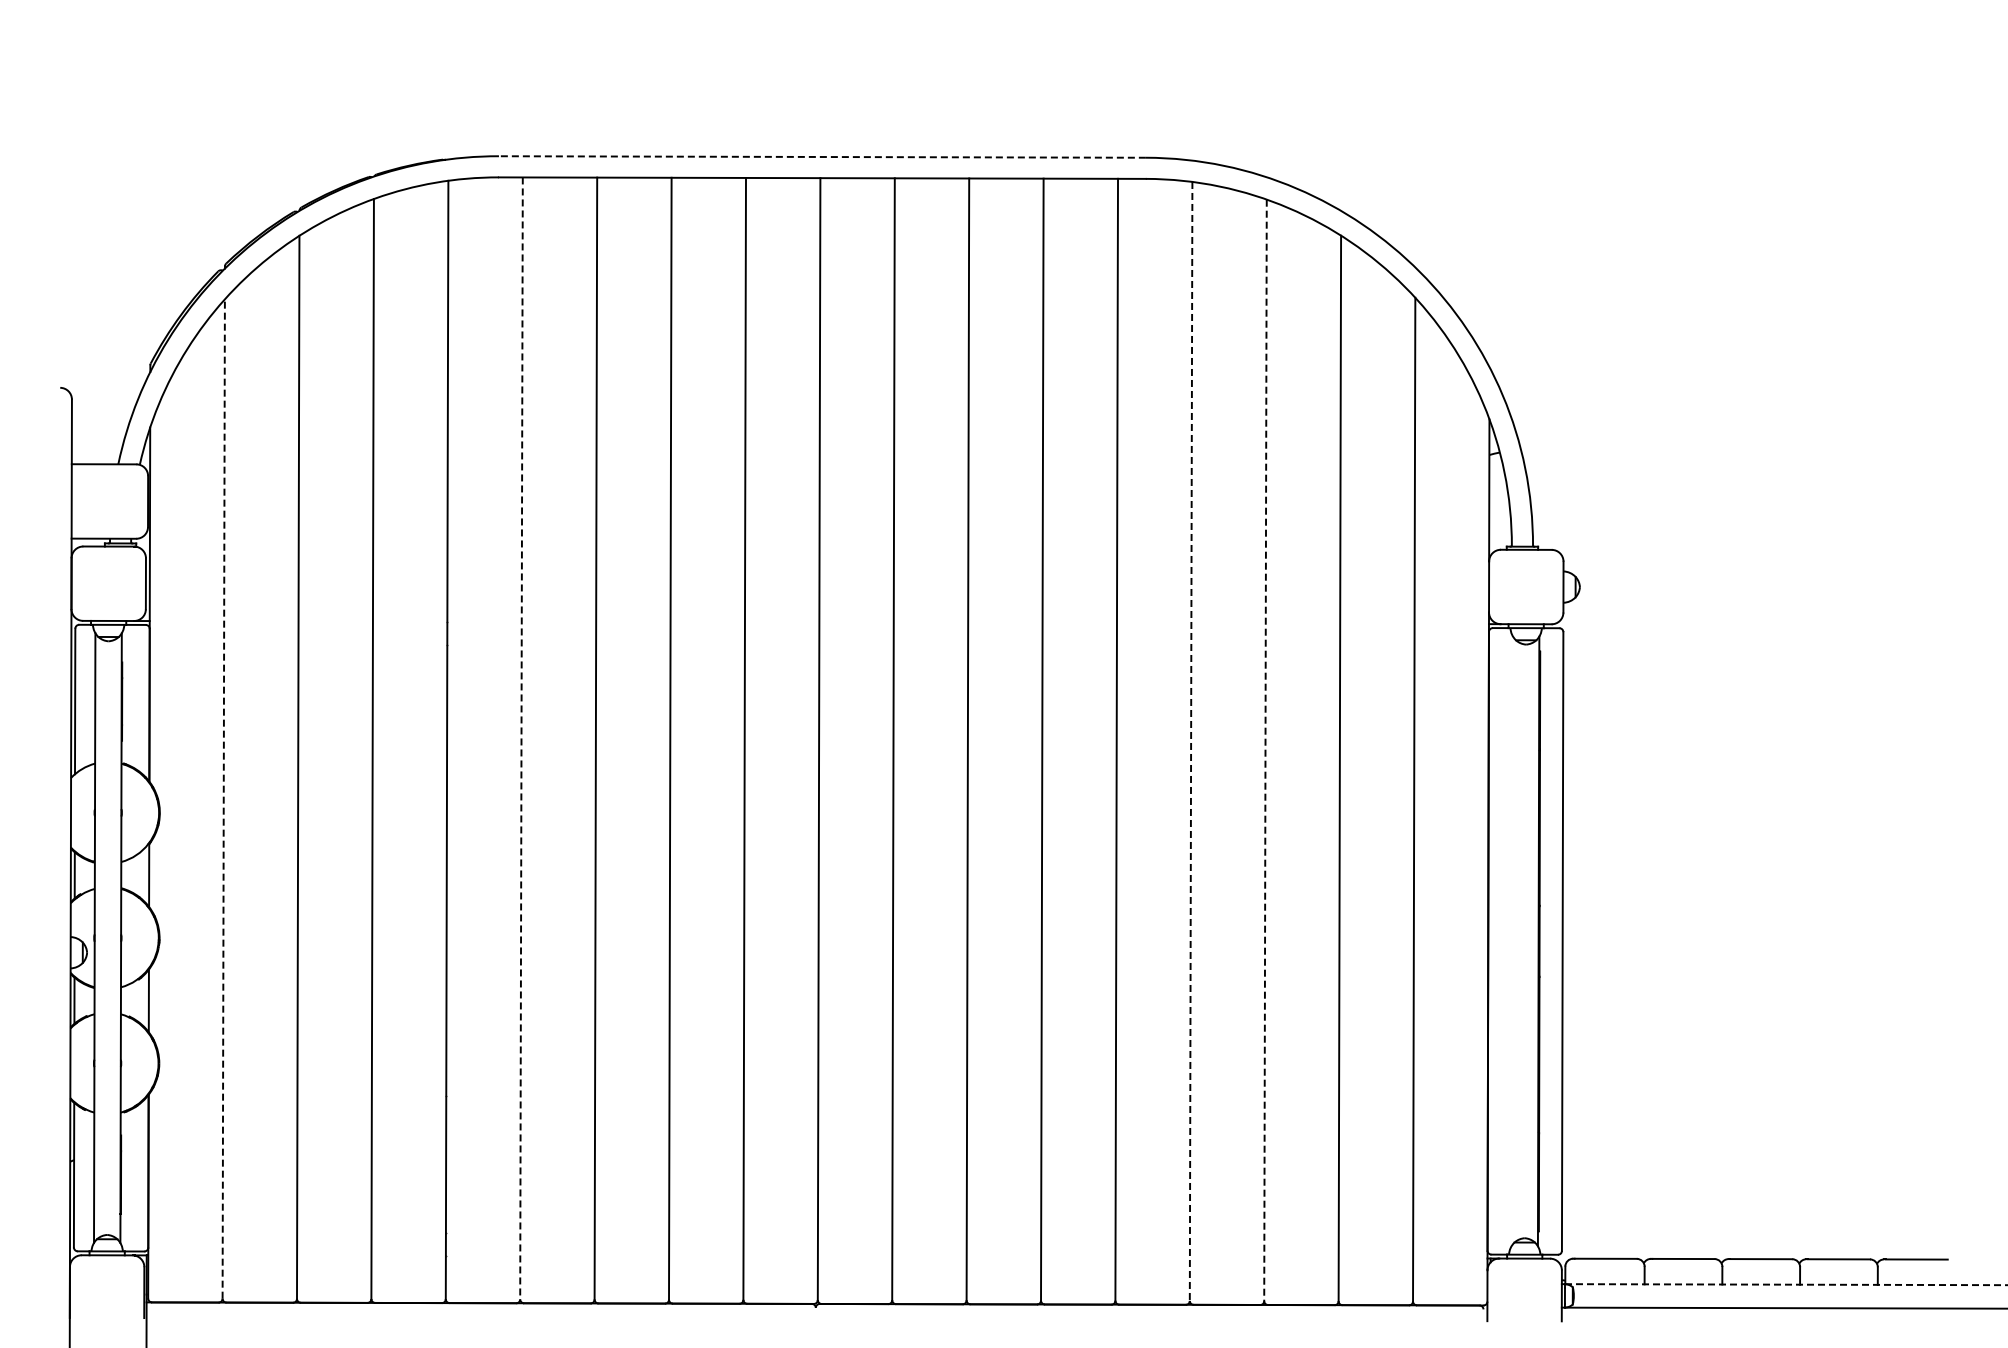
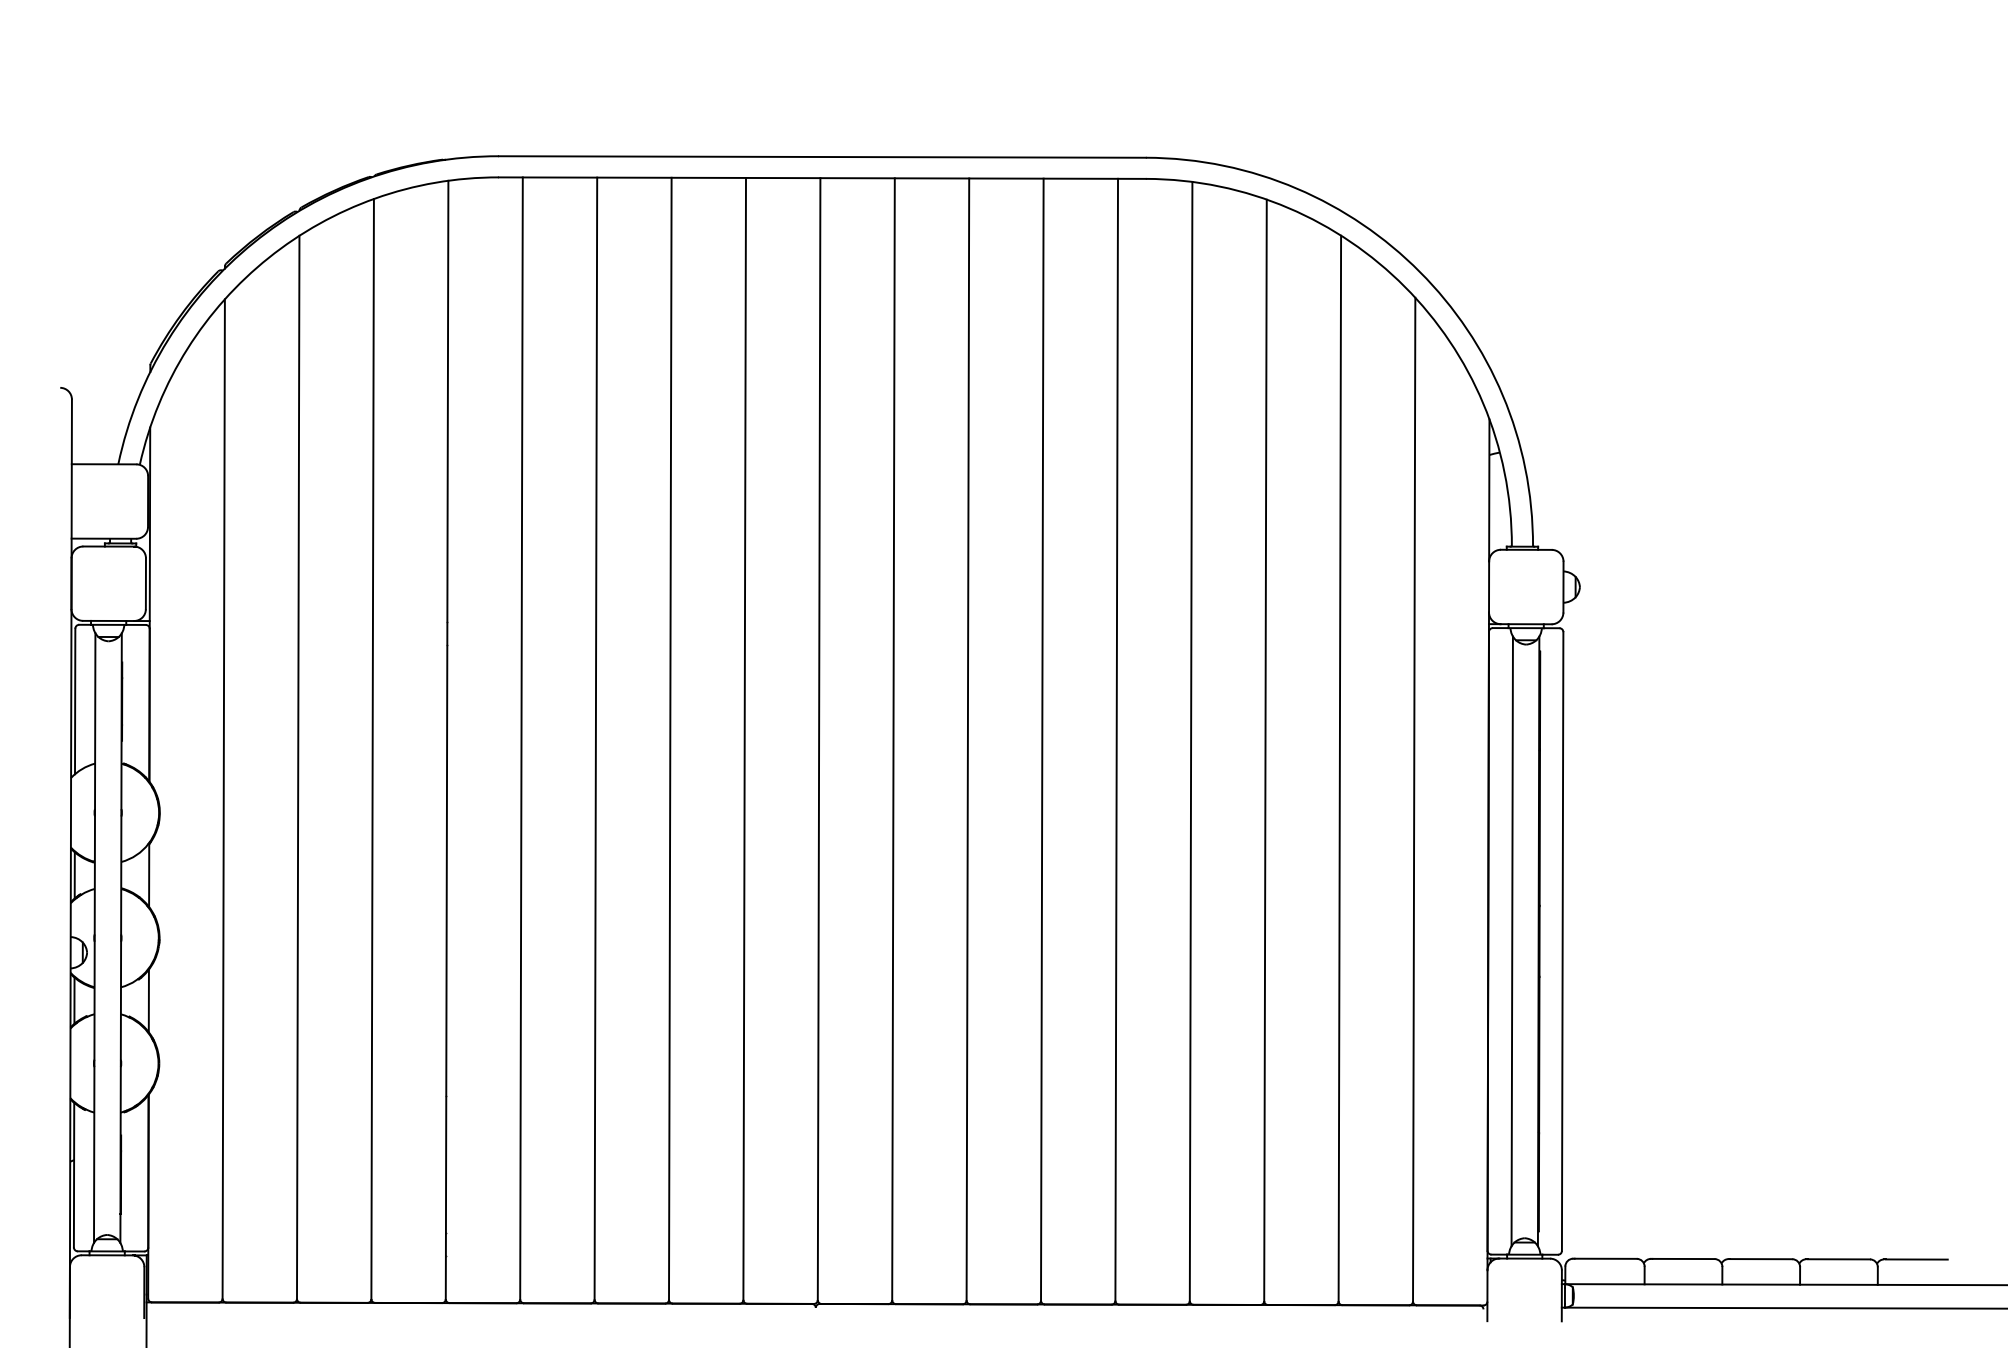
line at (821, 157): dashed -> solid
line at (521, 738): dashed -> solid
line at (1191, 741): dashed -> solid
line at (1265, 750): dashed -> solid
line at (223, 799): dashed -> solid
line at (1511, 941): none -> present
line at (1786, 1284): dashed -> solid
